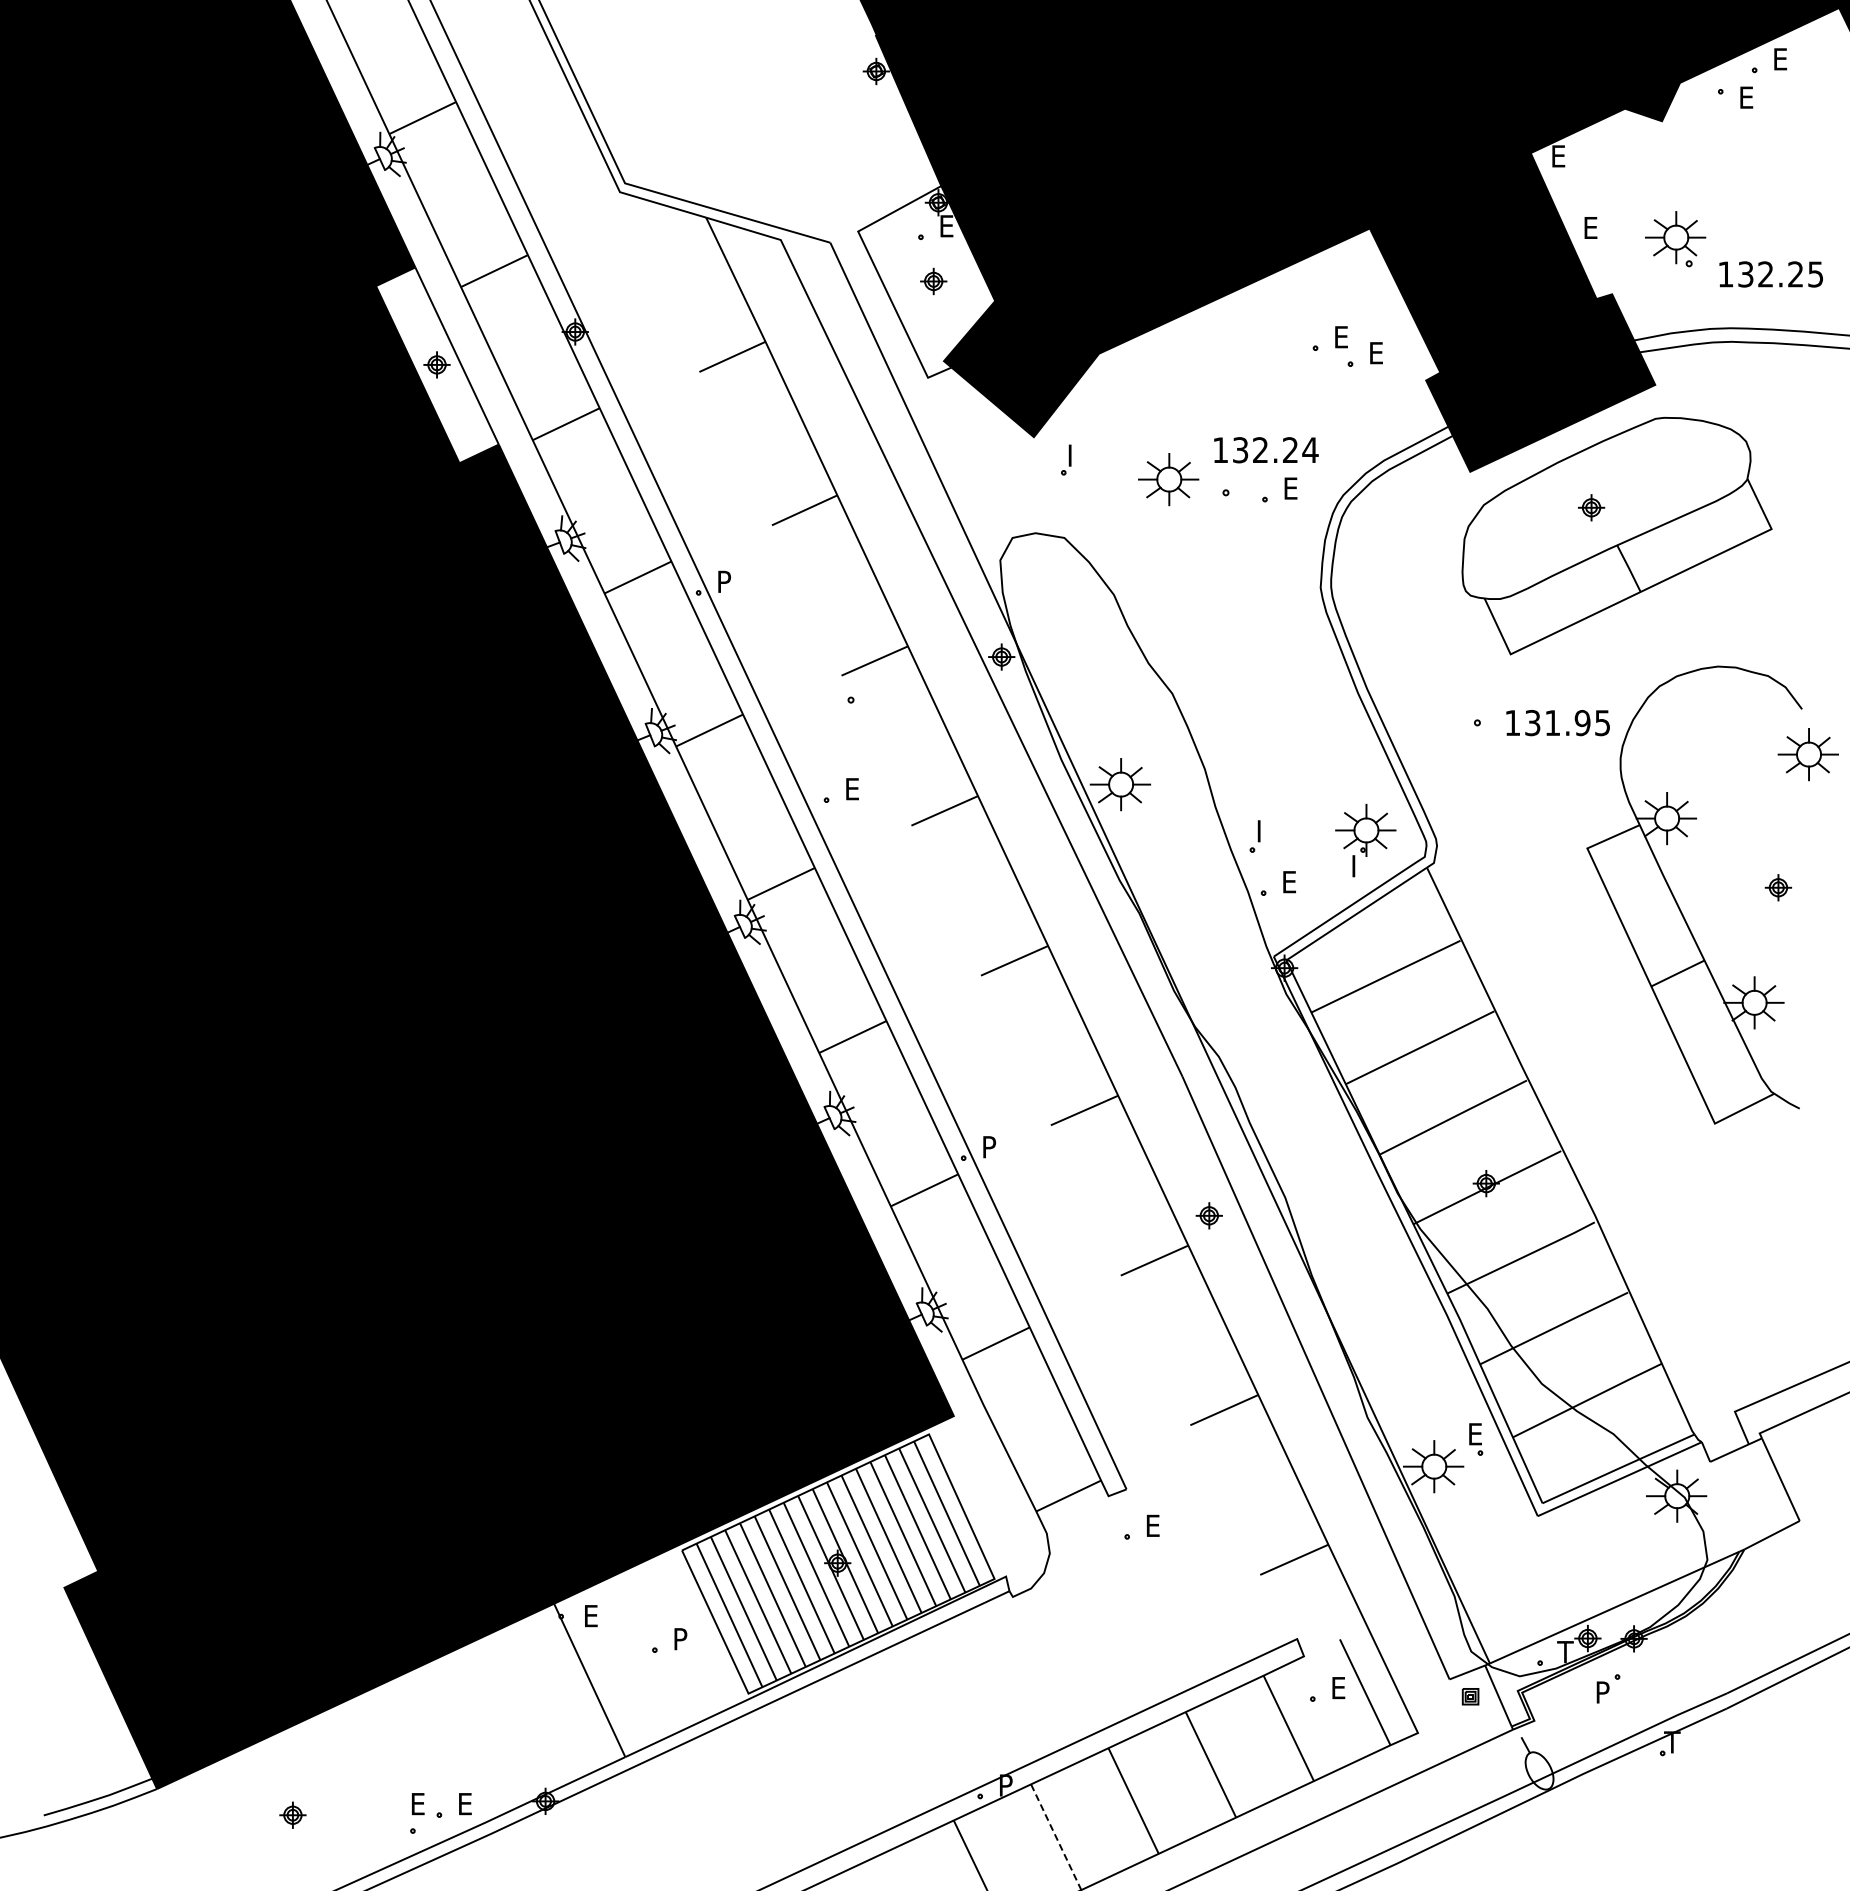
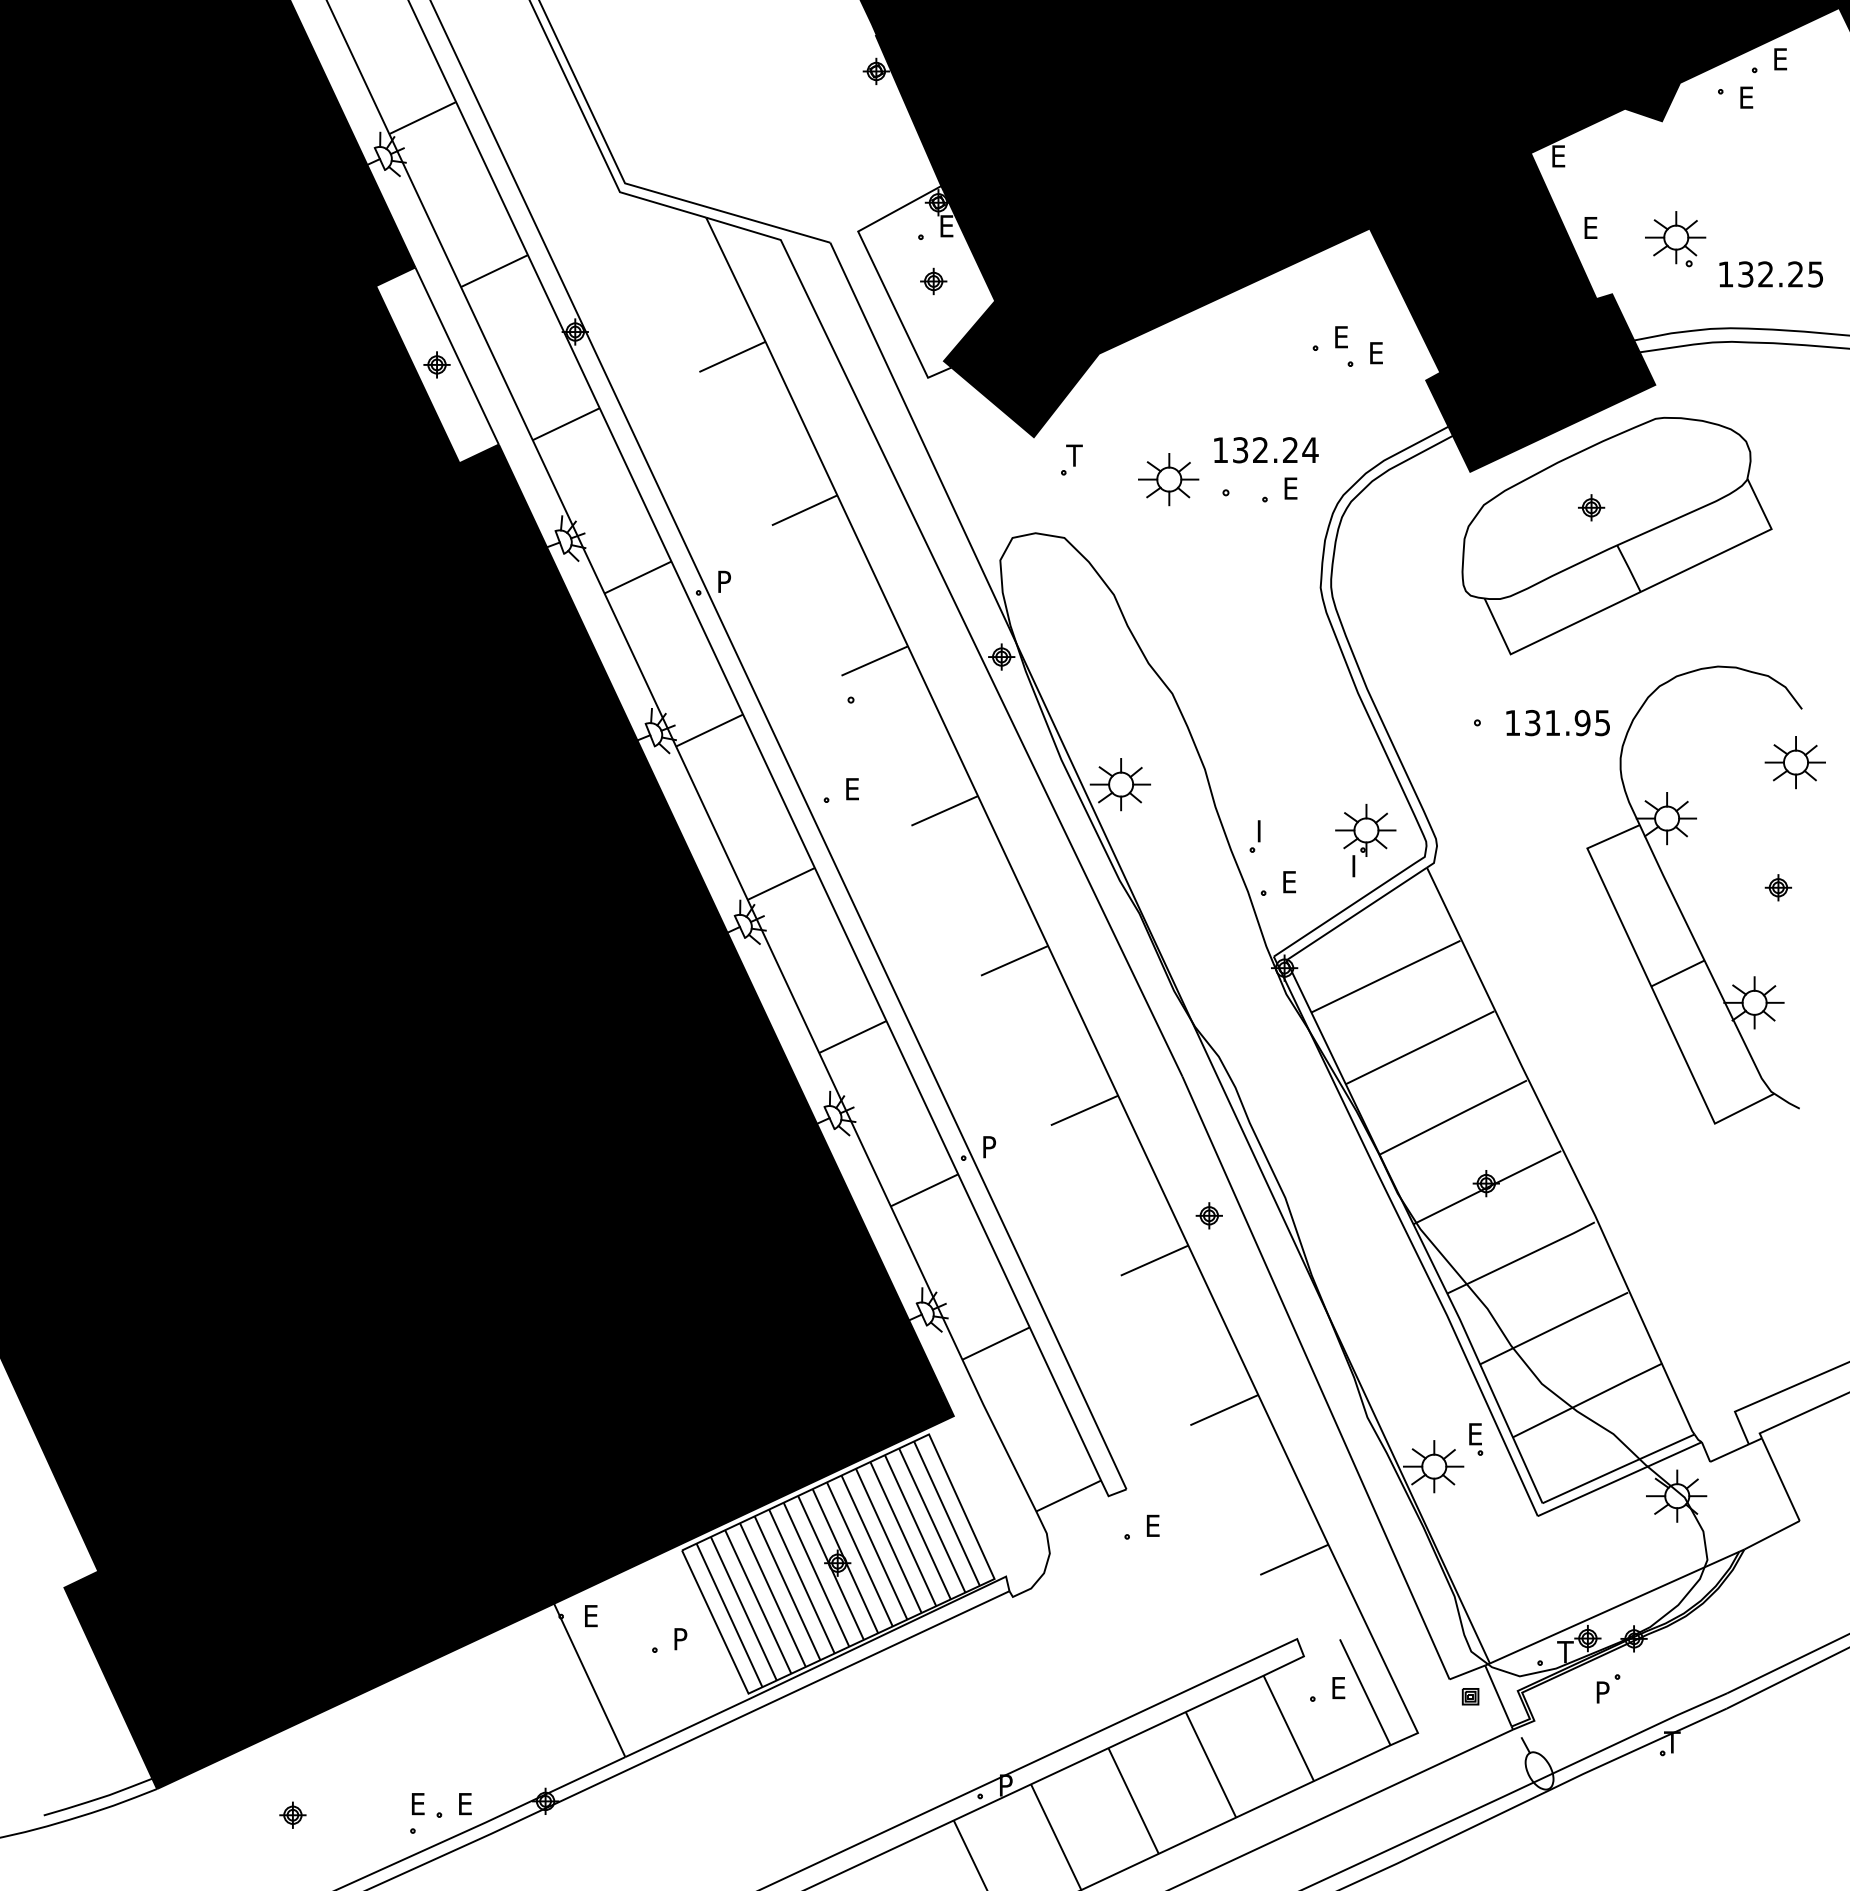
text at (1074, 455): I -> T
part at (1807, 754) position: (1807, 754) -> (1794, 762)
line at (1056, 1837): dashed -> solid
